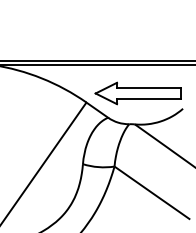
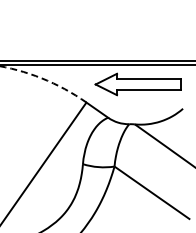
arc at (44, 79): solid -> dashed
part at (137, 93) position: (137, 93) -> (137, 84)
